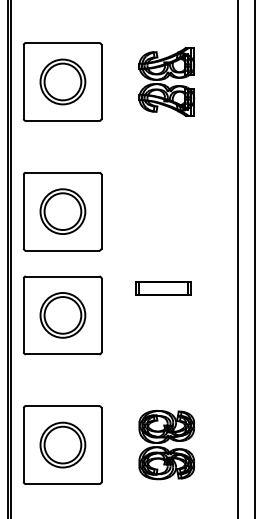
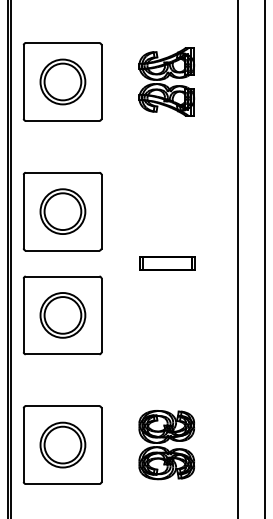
line at (254, 258) position: (254, 258) -> (264, 258)
part at (163, 288) position: (163, 288) -> (167, 263)
